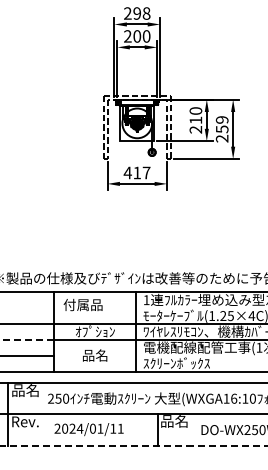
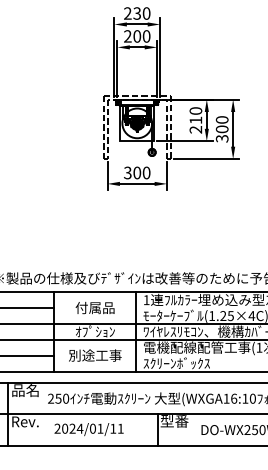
text at (141, 13): 298 -> 230
text at (221, 129): 259 -> 300
text at (136, 172): 417 -> 300
text at (82, 305) position: (82, 305) -> (94, 308)
line at (28, 308): none -> present
line at (27, 339): dashed -> solid
text at (95, 355): 品名 -> 別途工事
text at (174, 421): 品名 -> 型番
line at (133, 445): dashed -> solid
